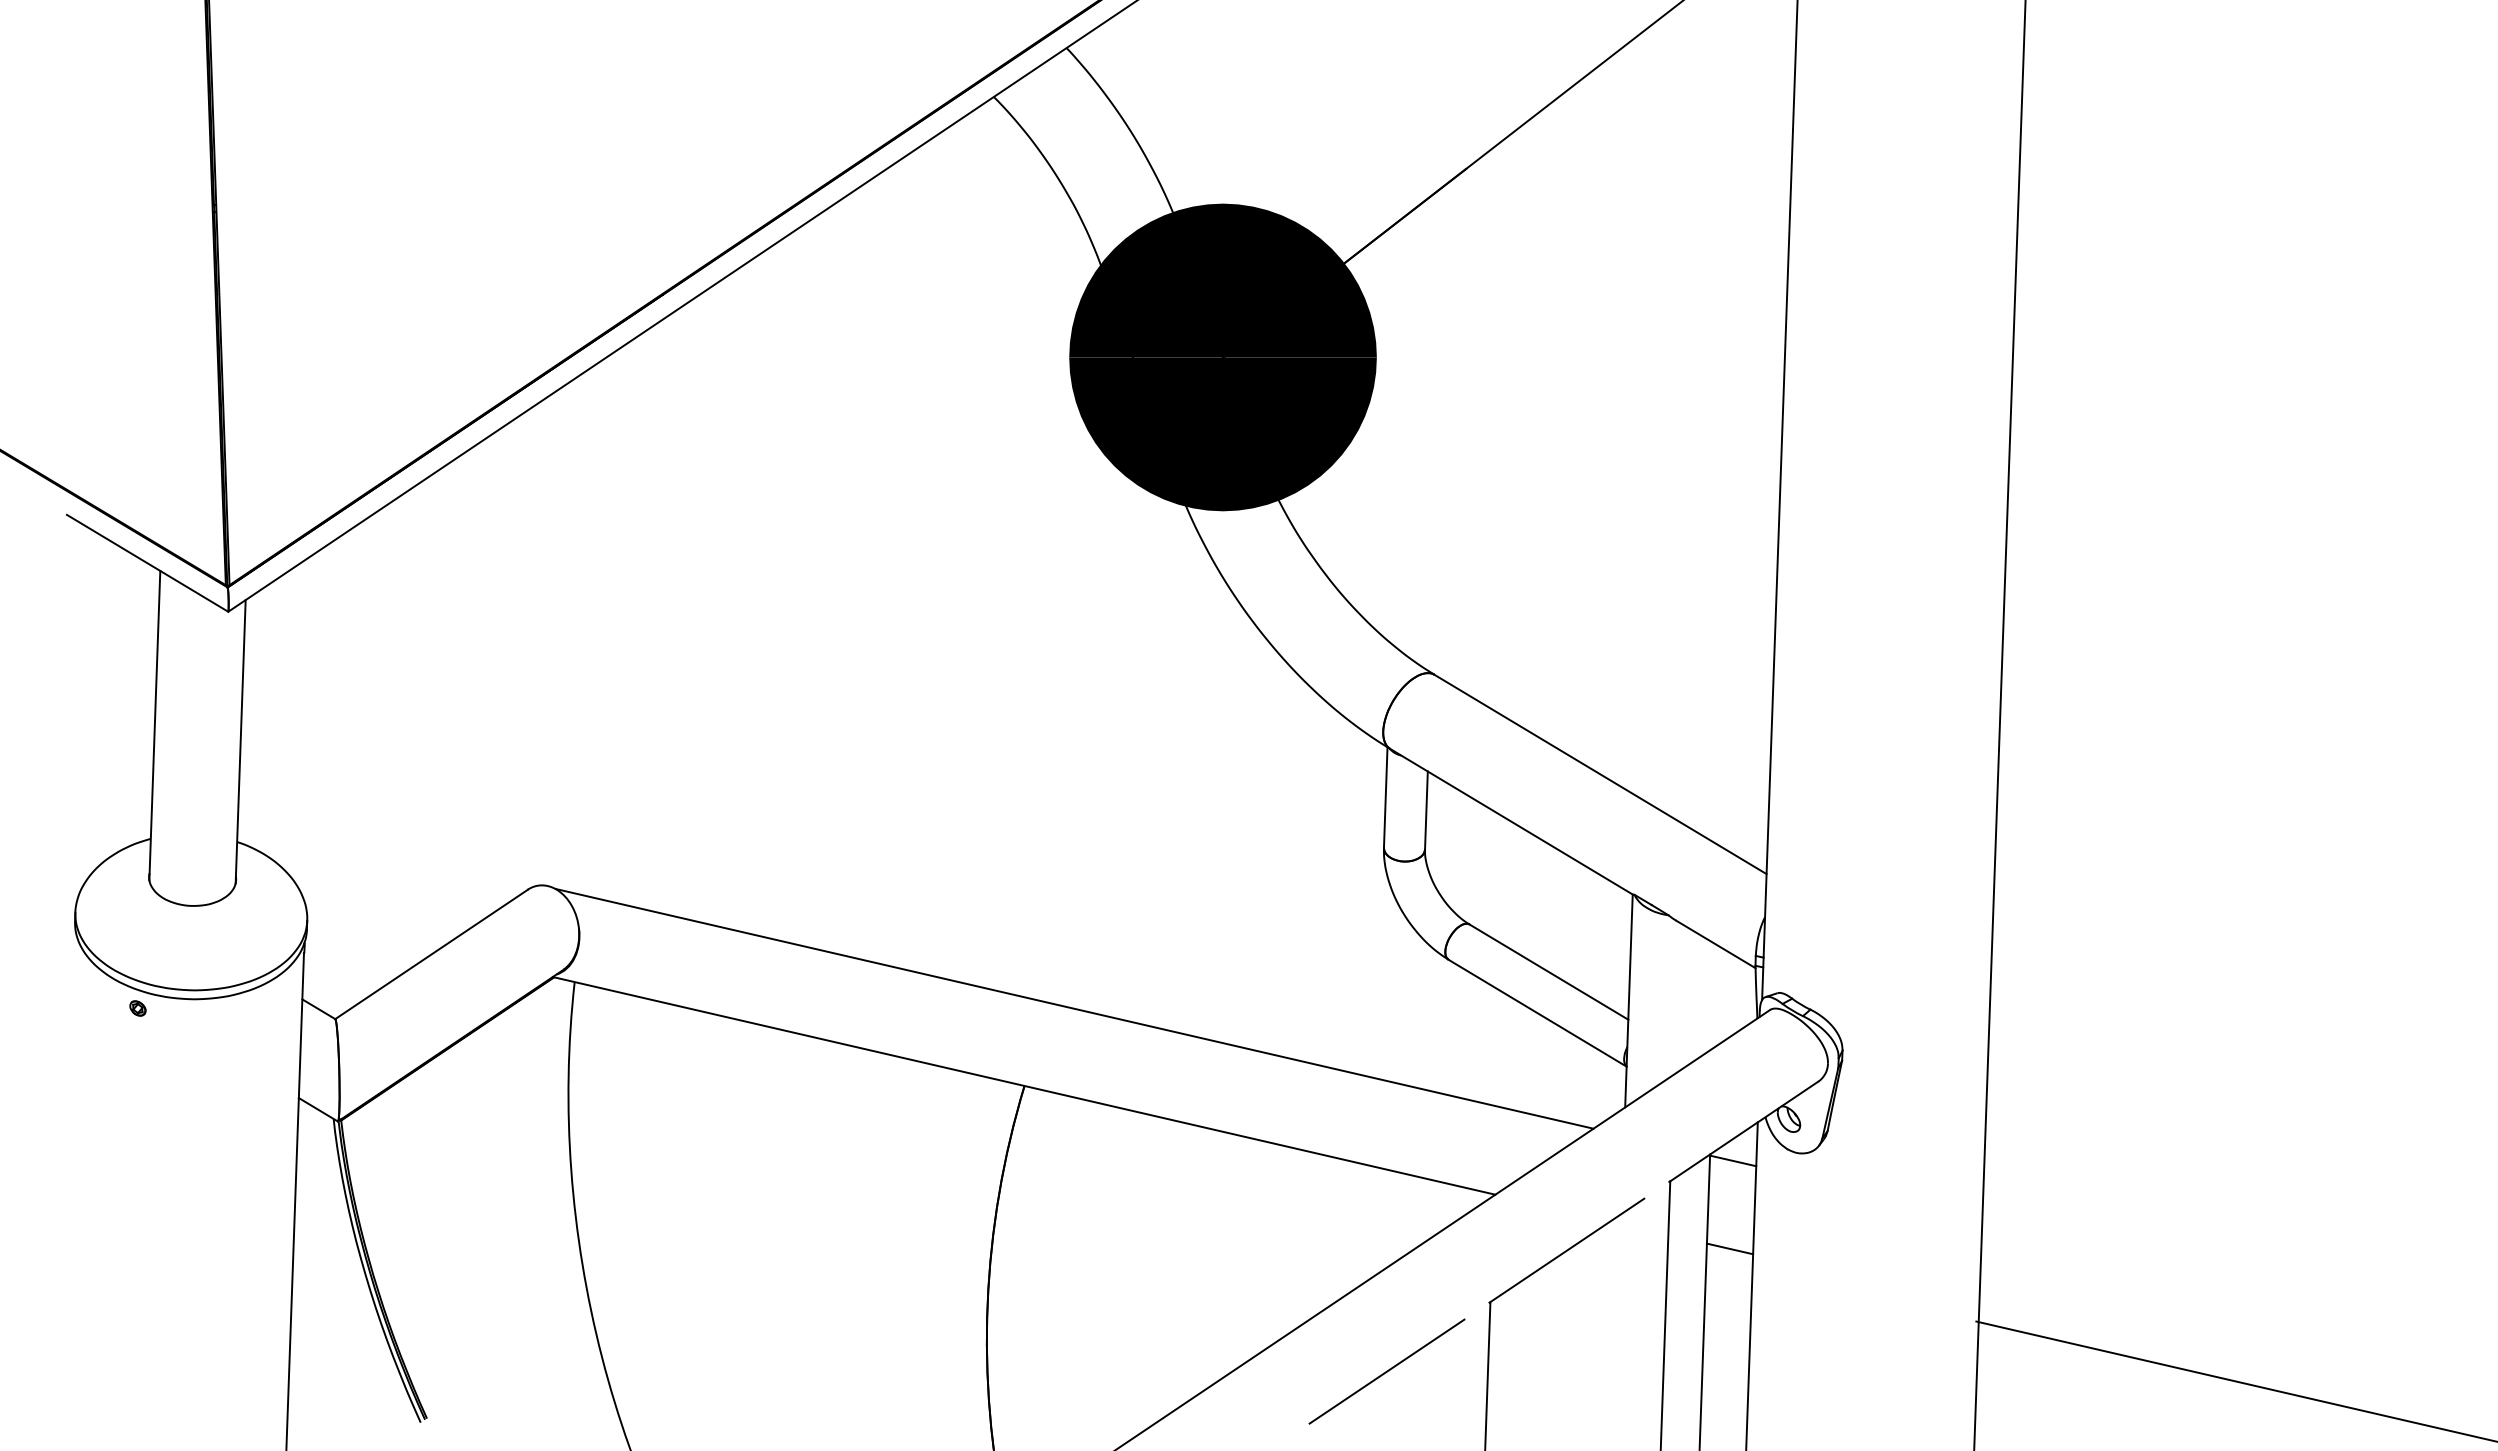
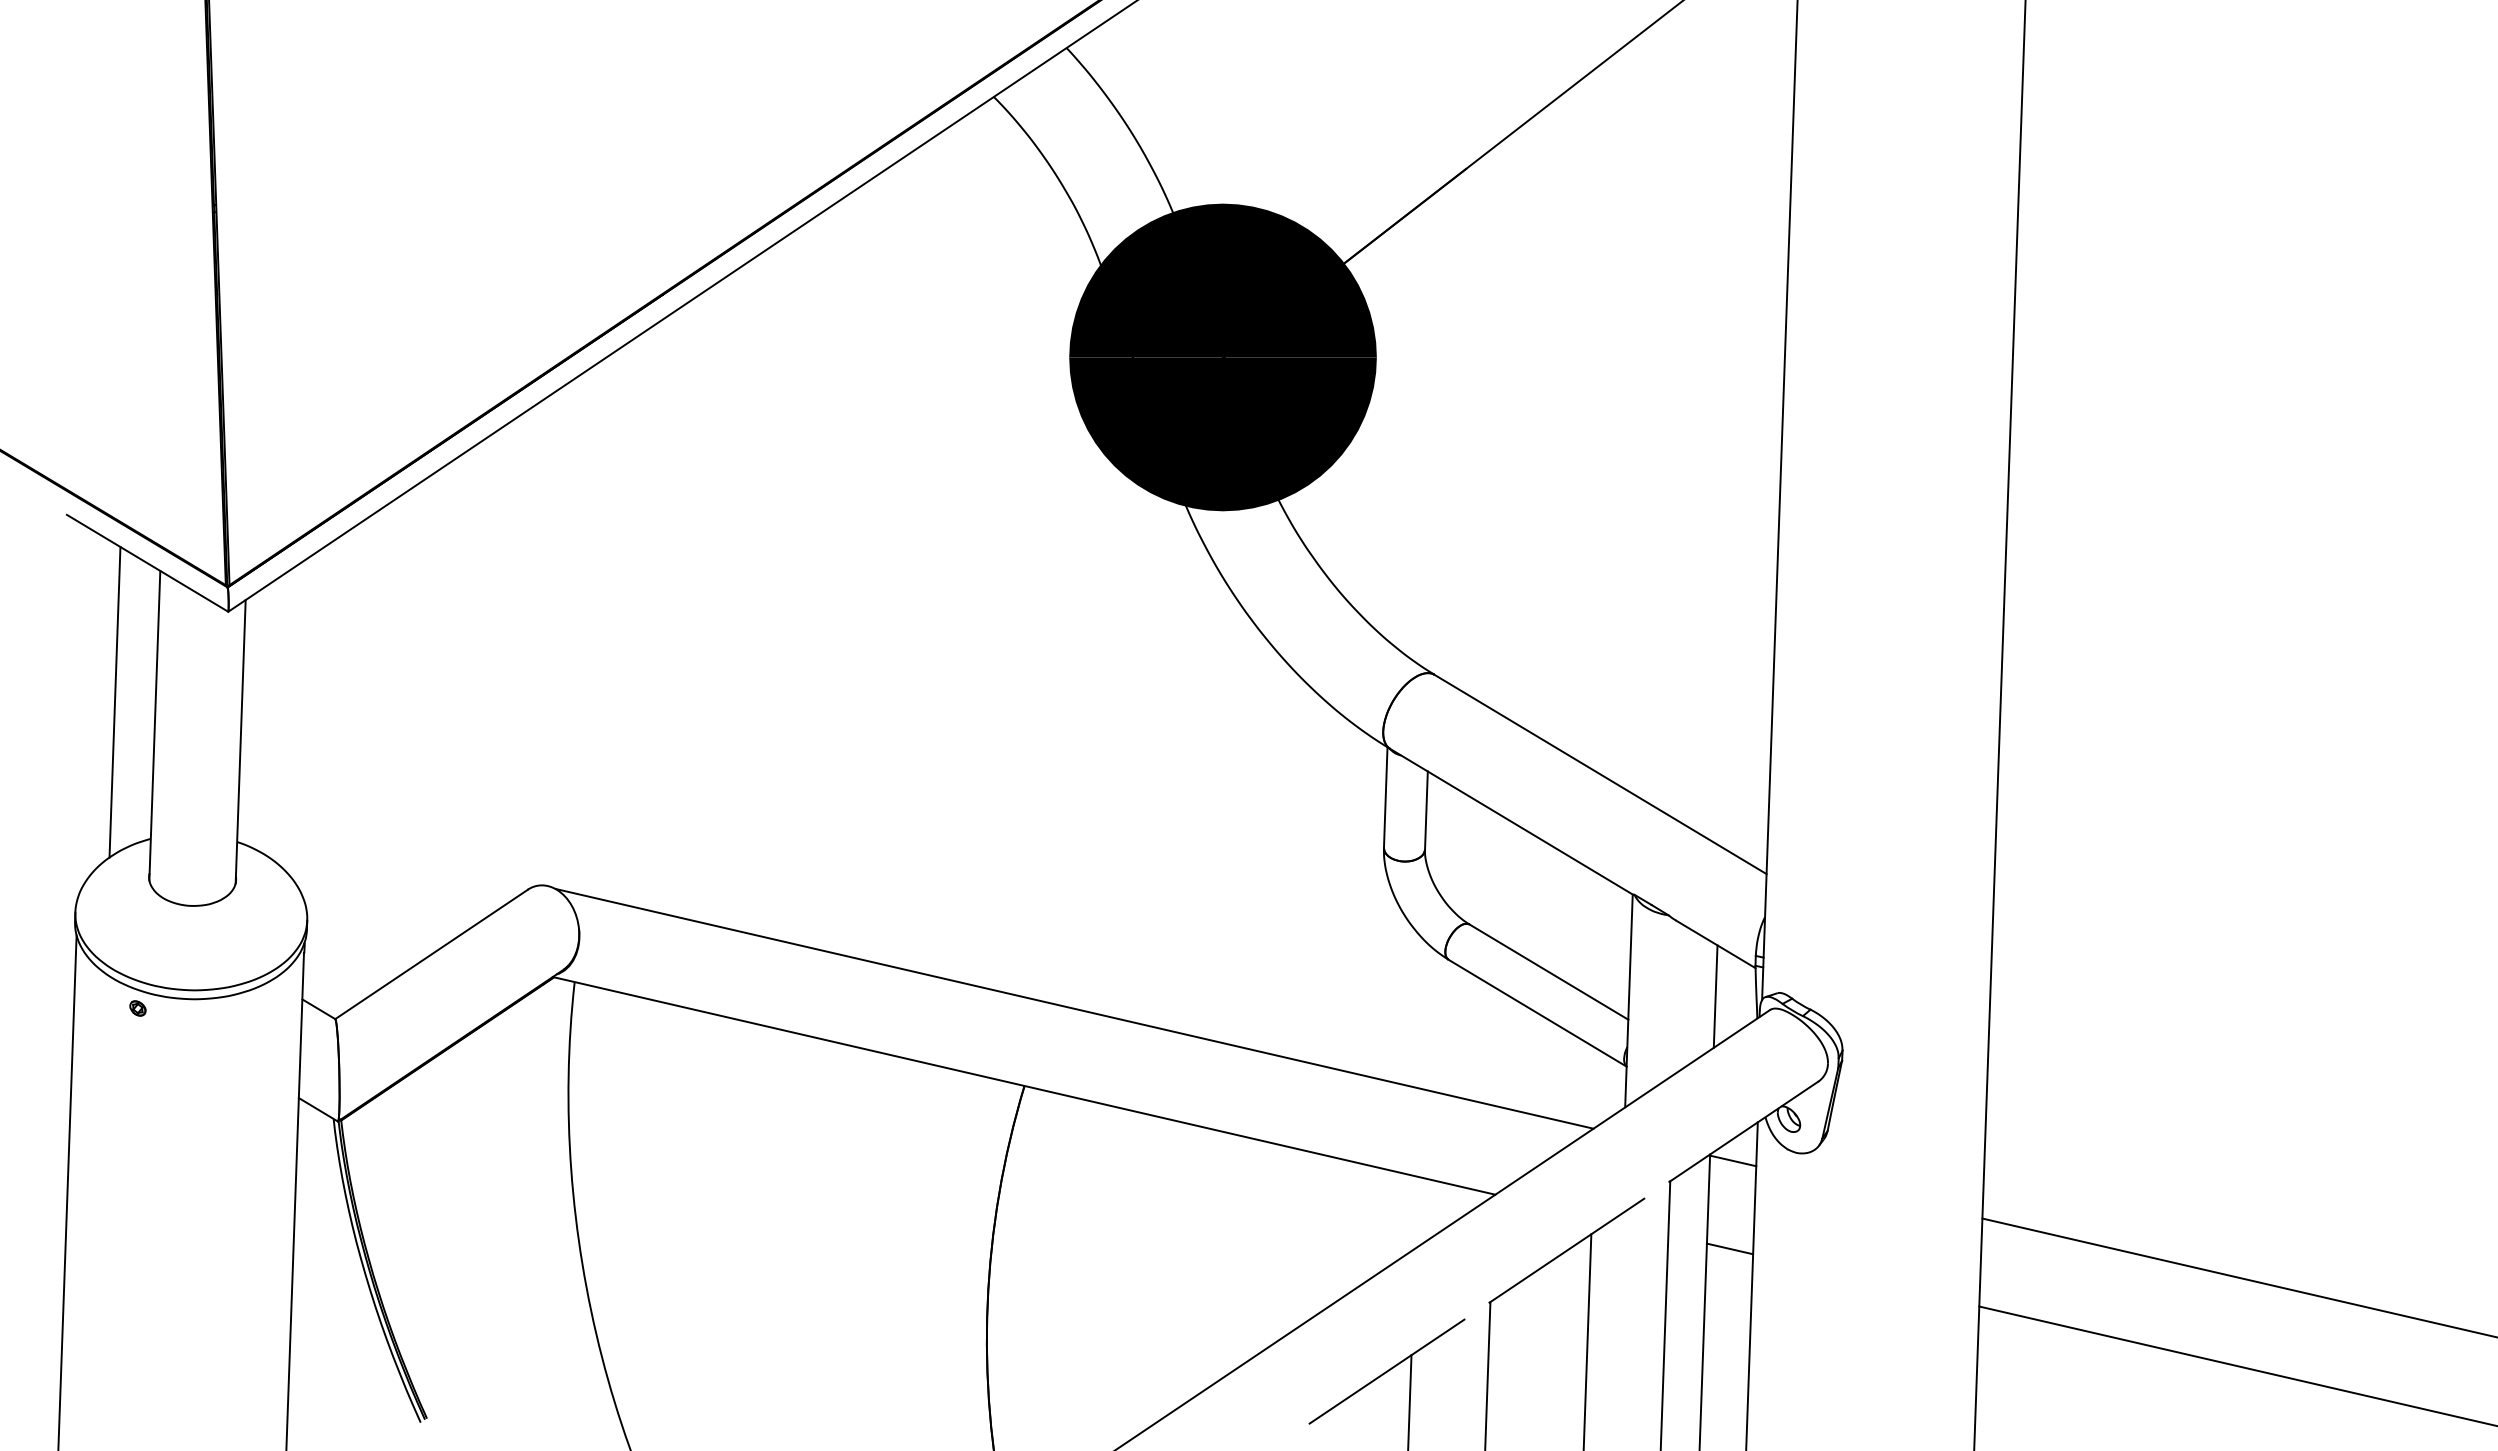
line at (114, 702): none -> present
line at (1715, 996): none -> present
line at (67, 1191): none -> present
line at (2238, 1277): none -> present
line at (1587, 1340): none -> present
line at (2235, 1381) position: (2235, 1381) -> (2236, 1365)
line at (1409, 1401): none -> present
